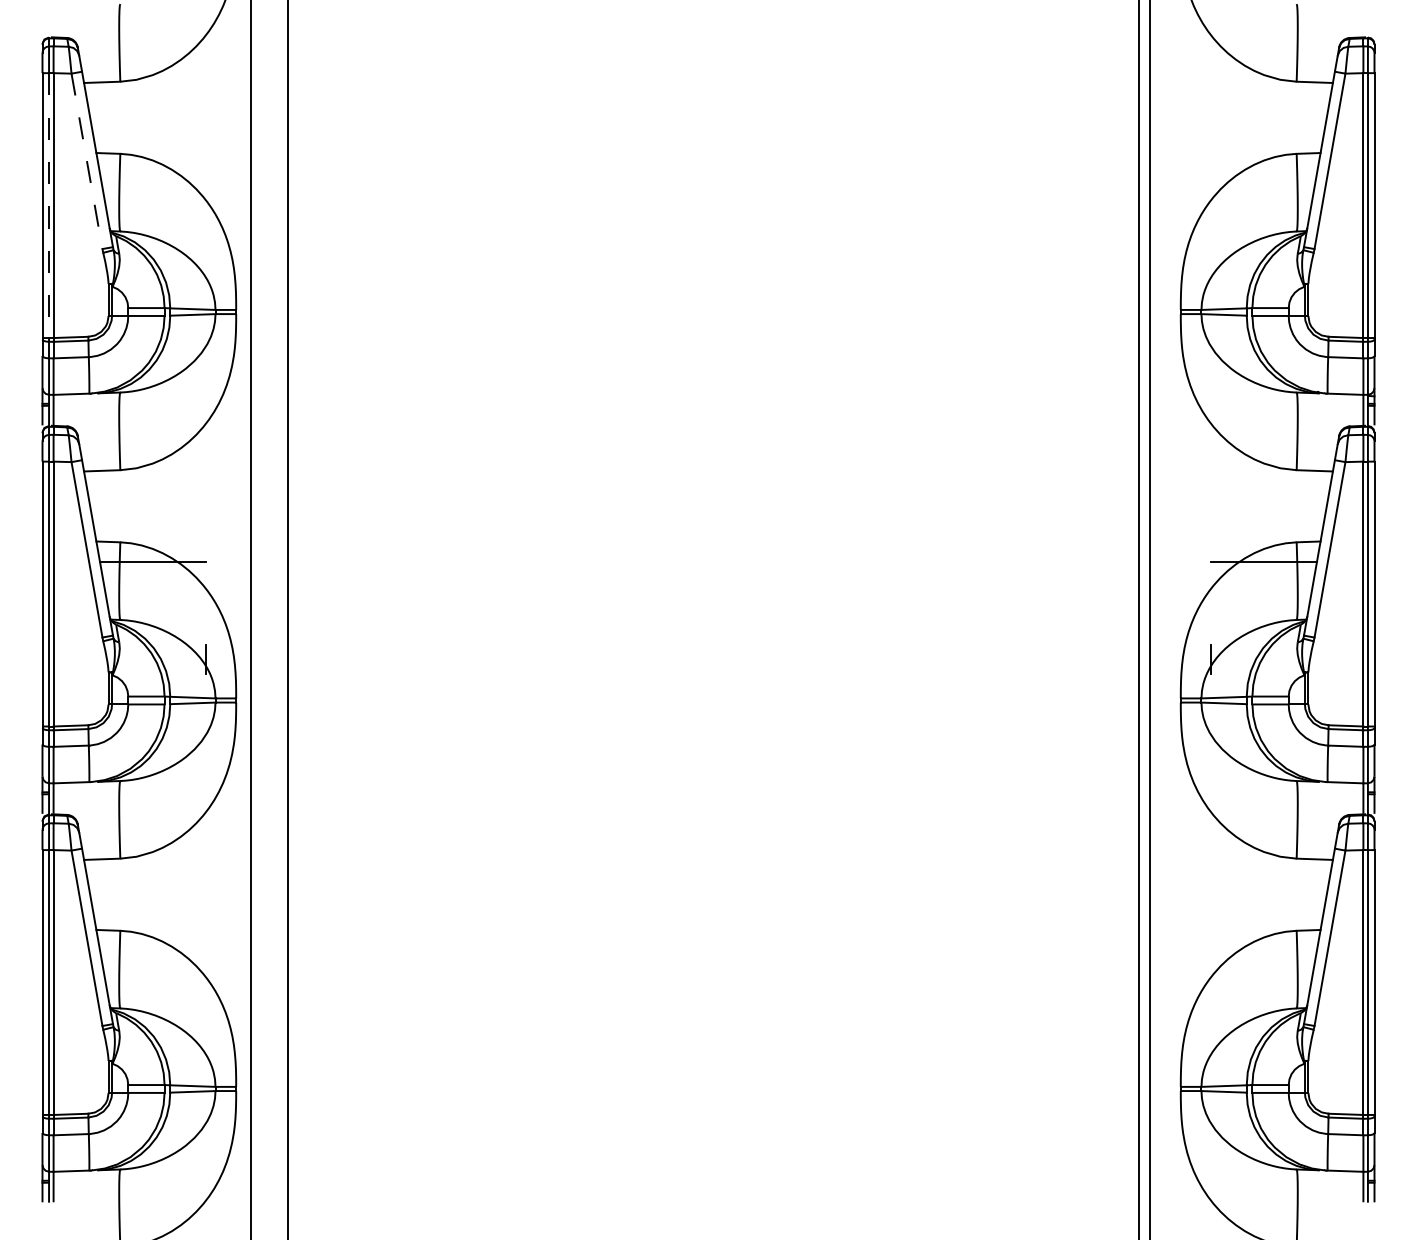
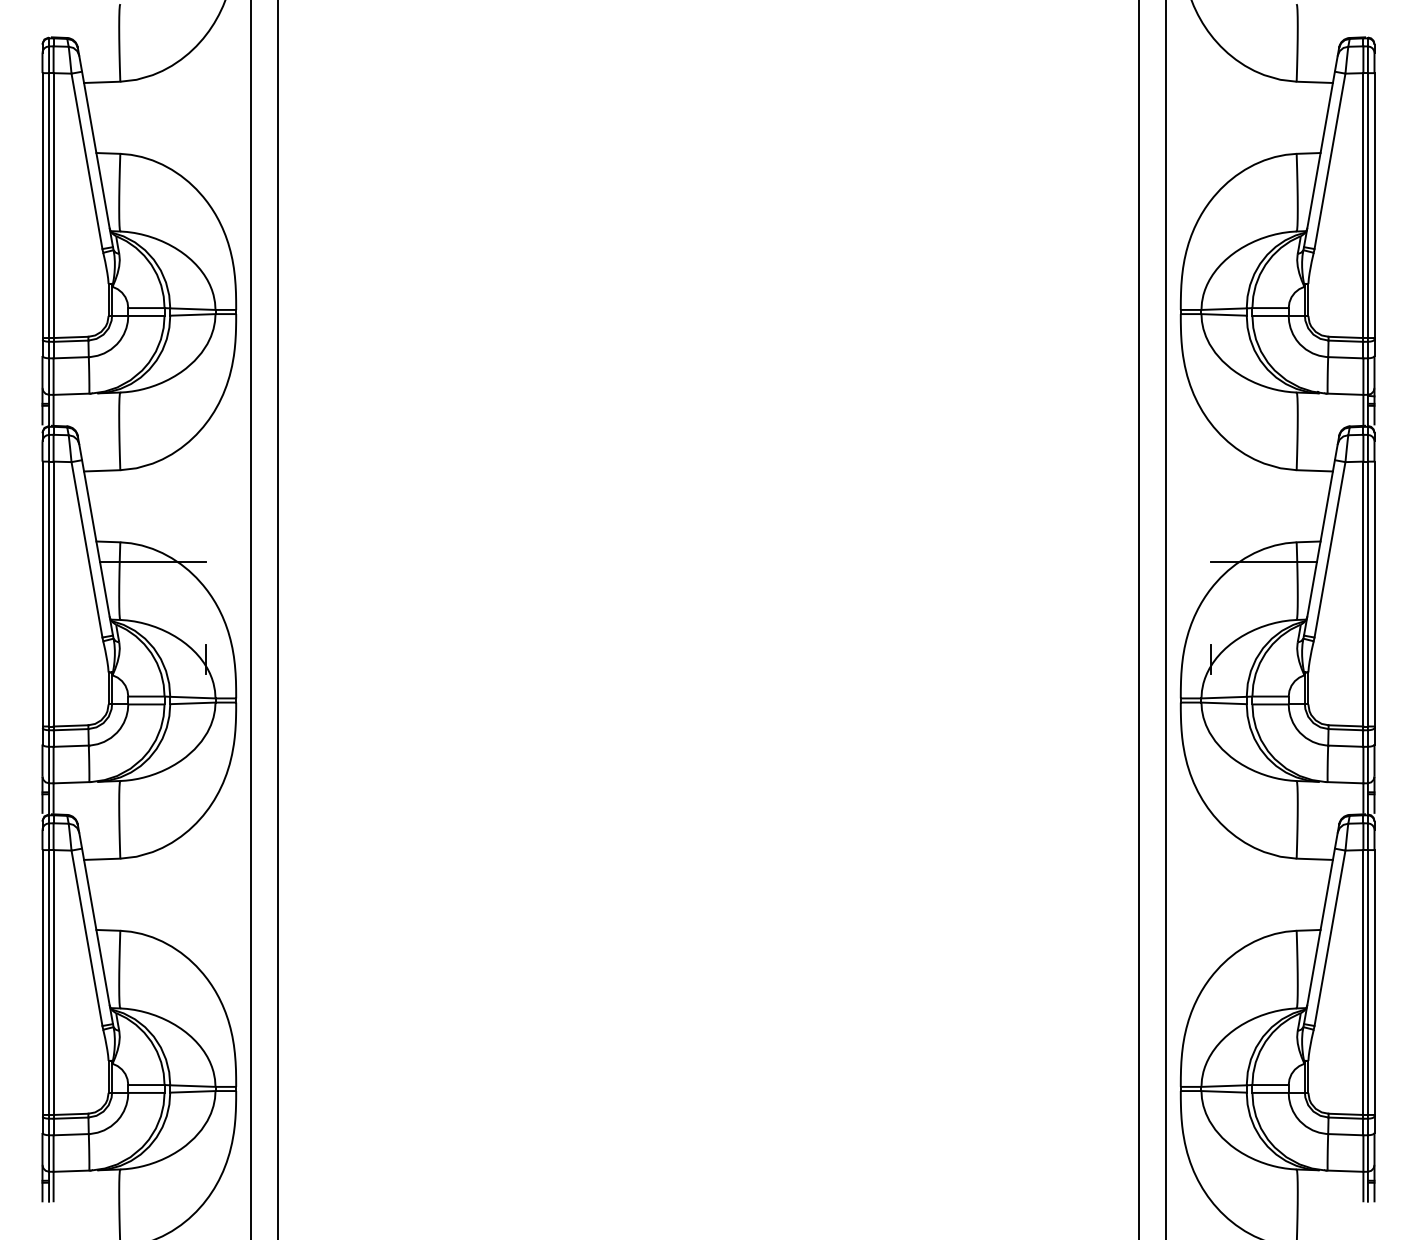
line at (87, 161): dashed -> solid
line at (49, 206): dashed -> solid
line at (287, 619) position: (287, 619) -> (277, 619)
line at (1149, 619) position: (1149, 619) -> (1165, 619)
